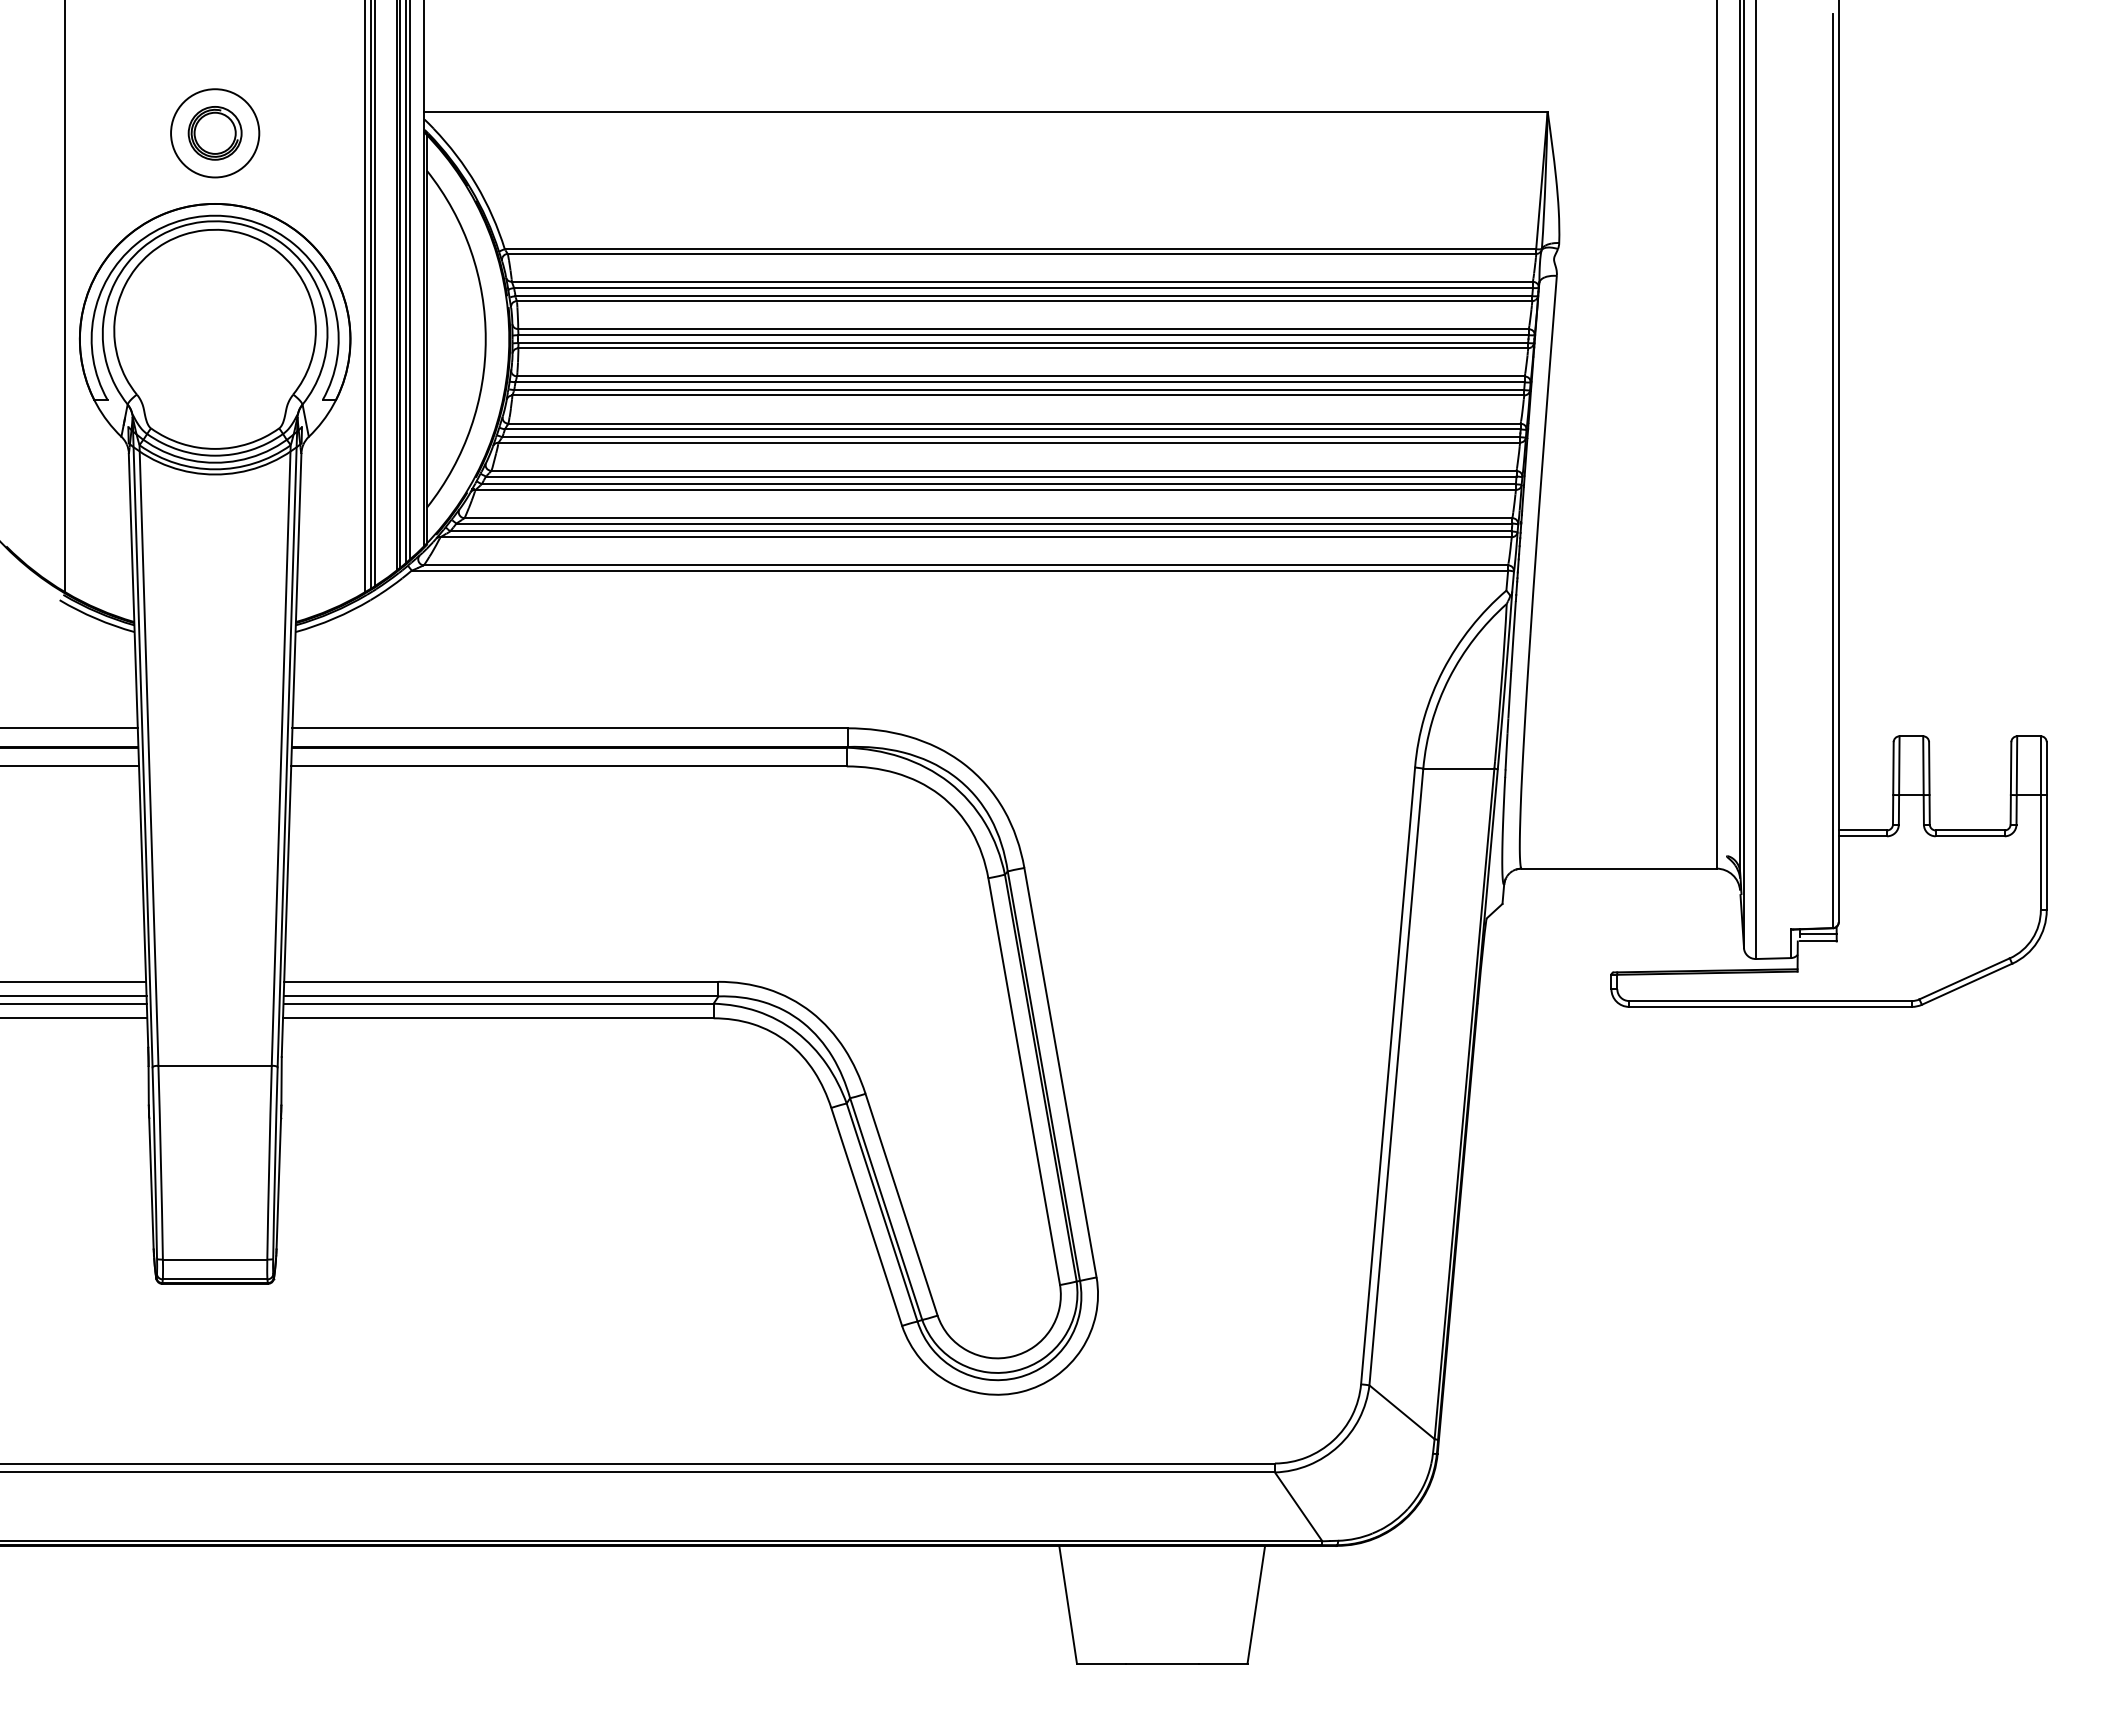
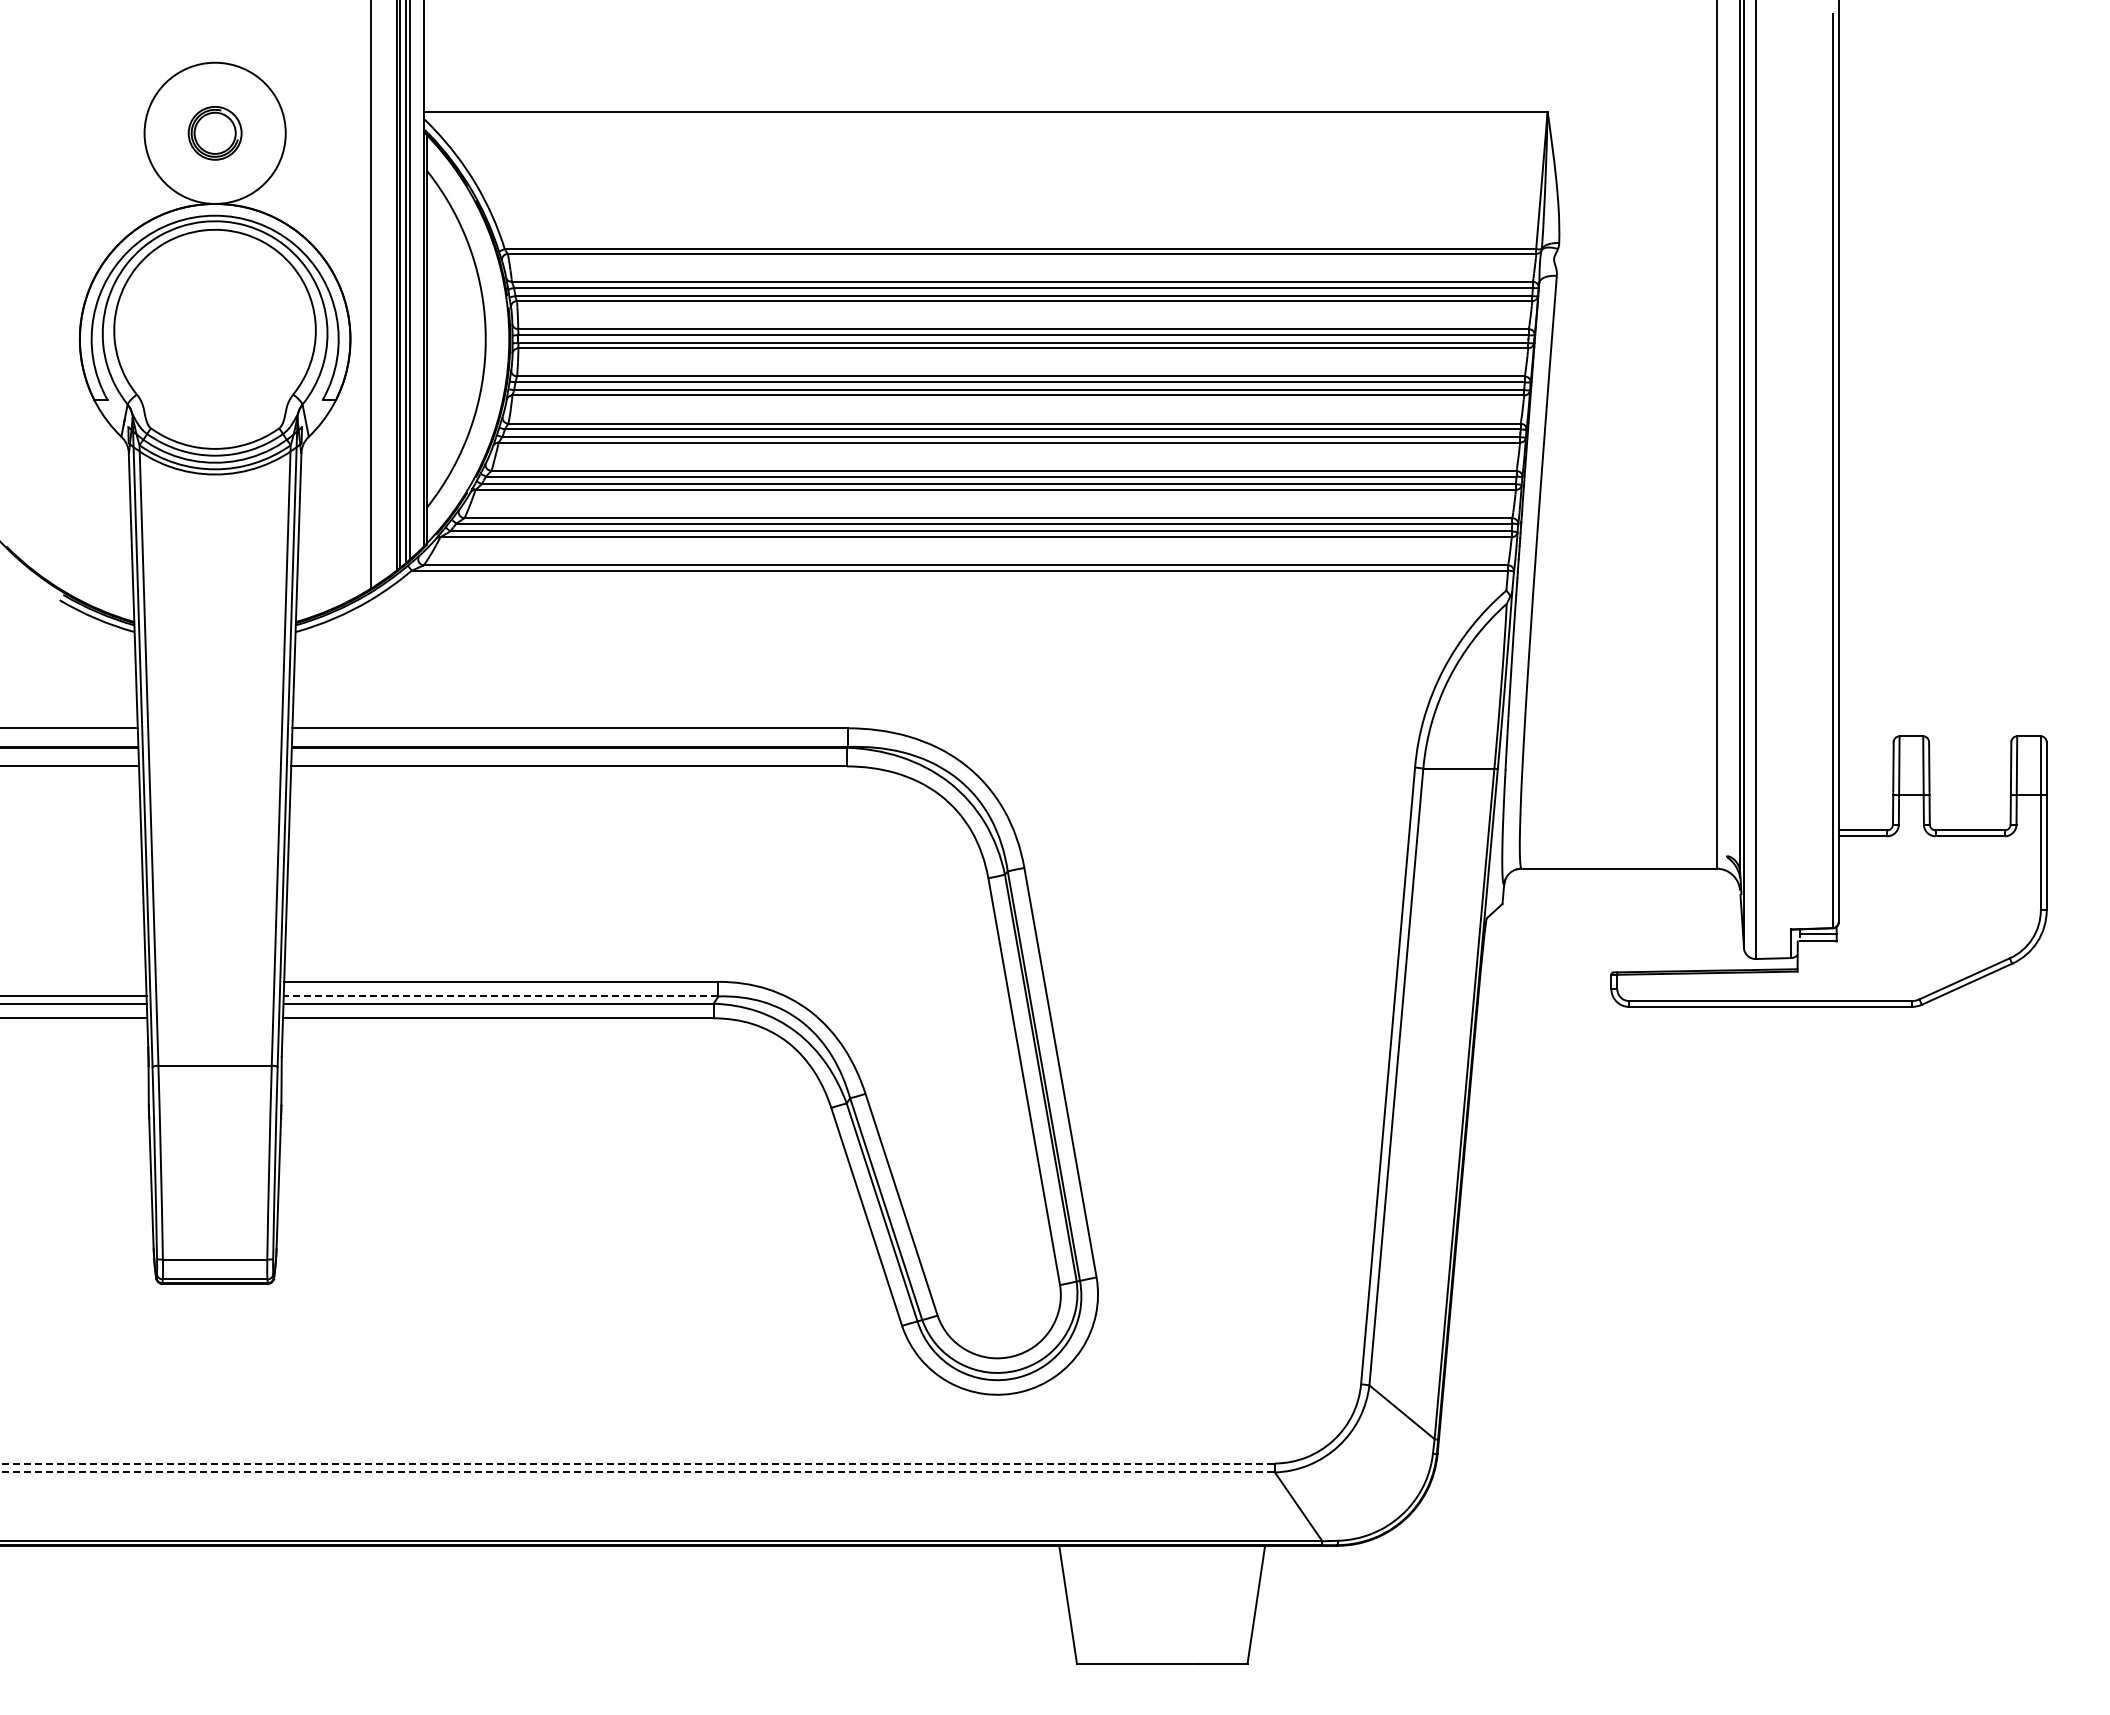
circle at (215, 133) diameter: 88 px -> 141 px
line at (374, 294): present -> none
line at (65, 297): present -> none
line at (365, 297): present -> none
line at (74, 981): present -> none
line at (500, 996): solid -> dashed
line at (638, 1463): solid -> dashed
line at (638, 1472): solid -> dashed
